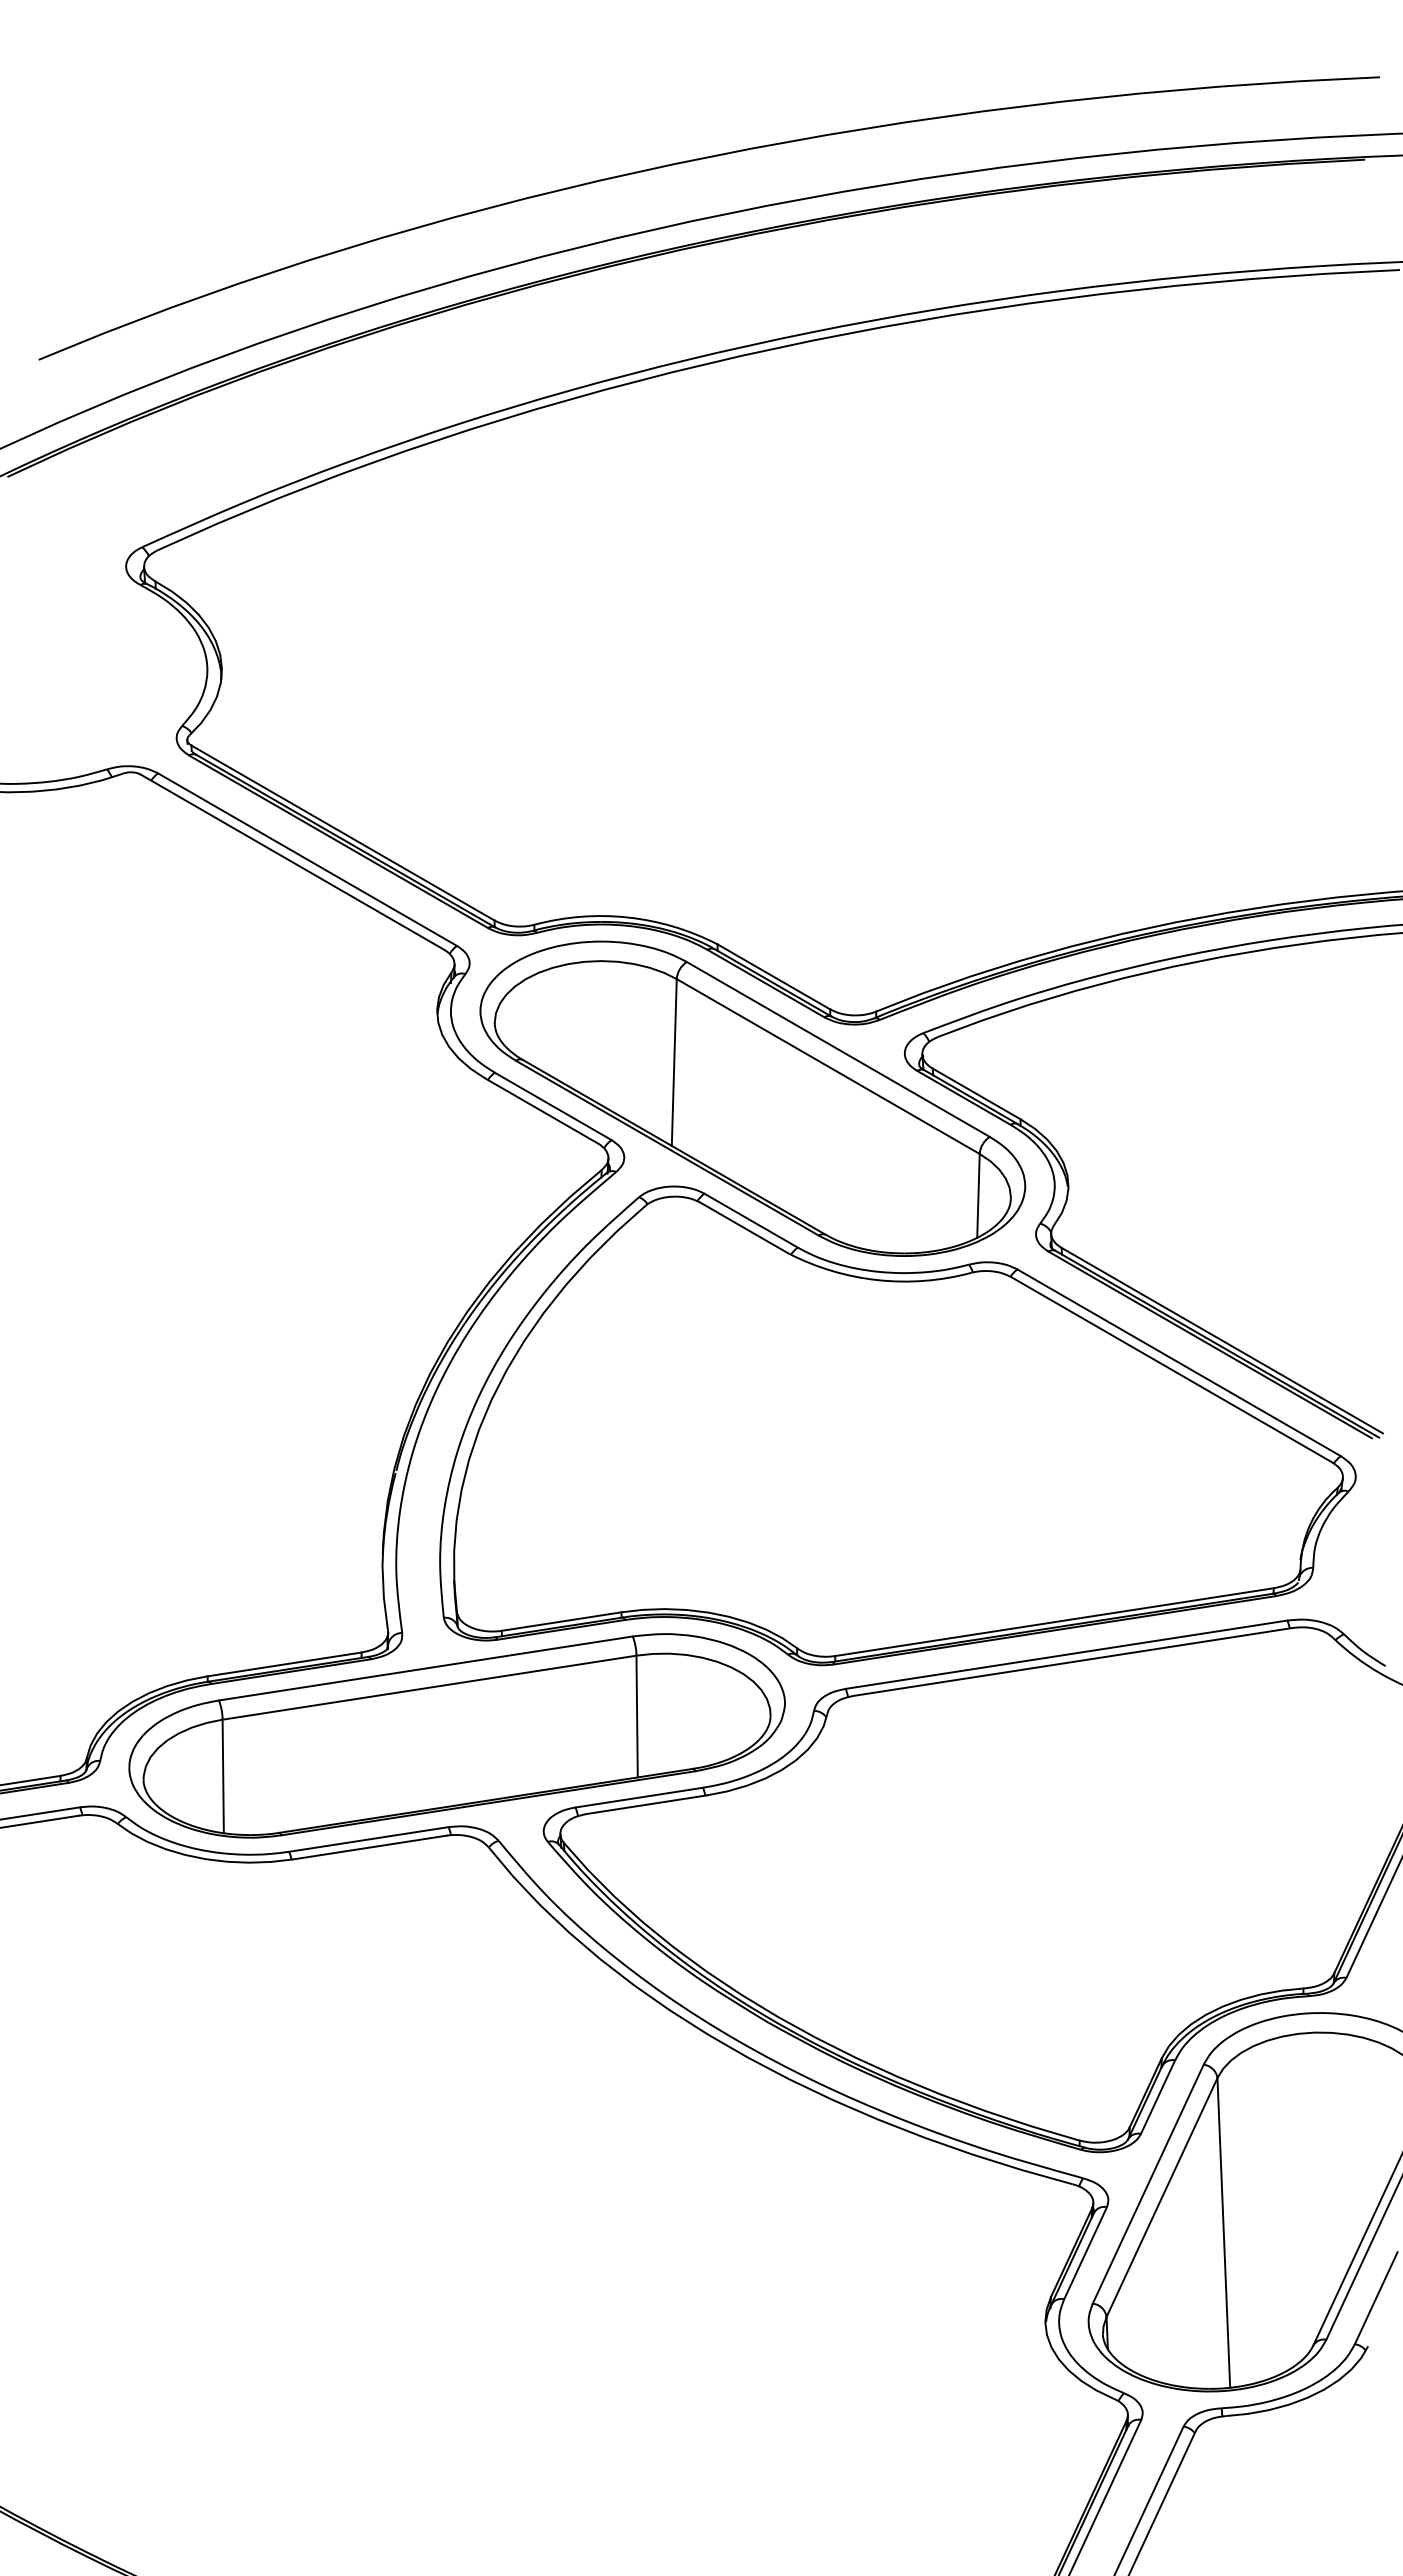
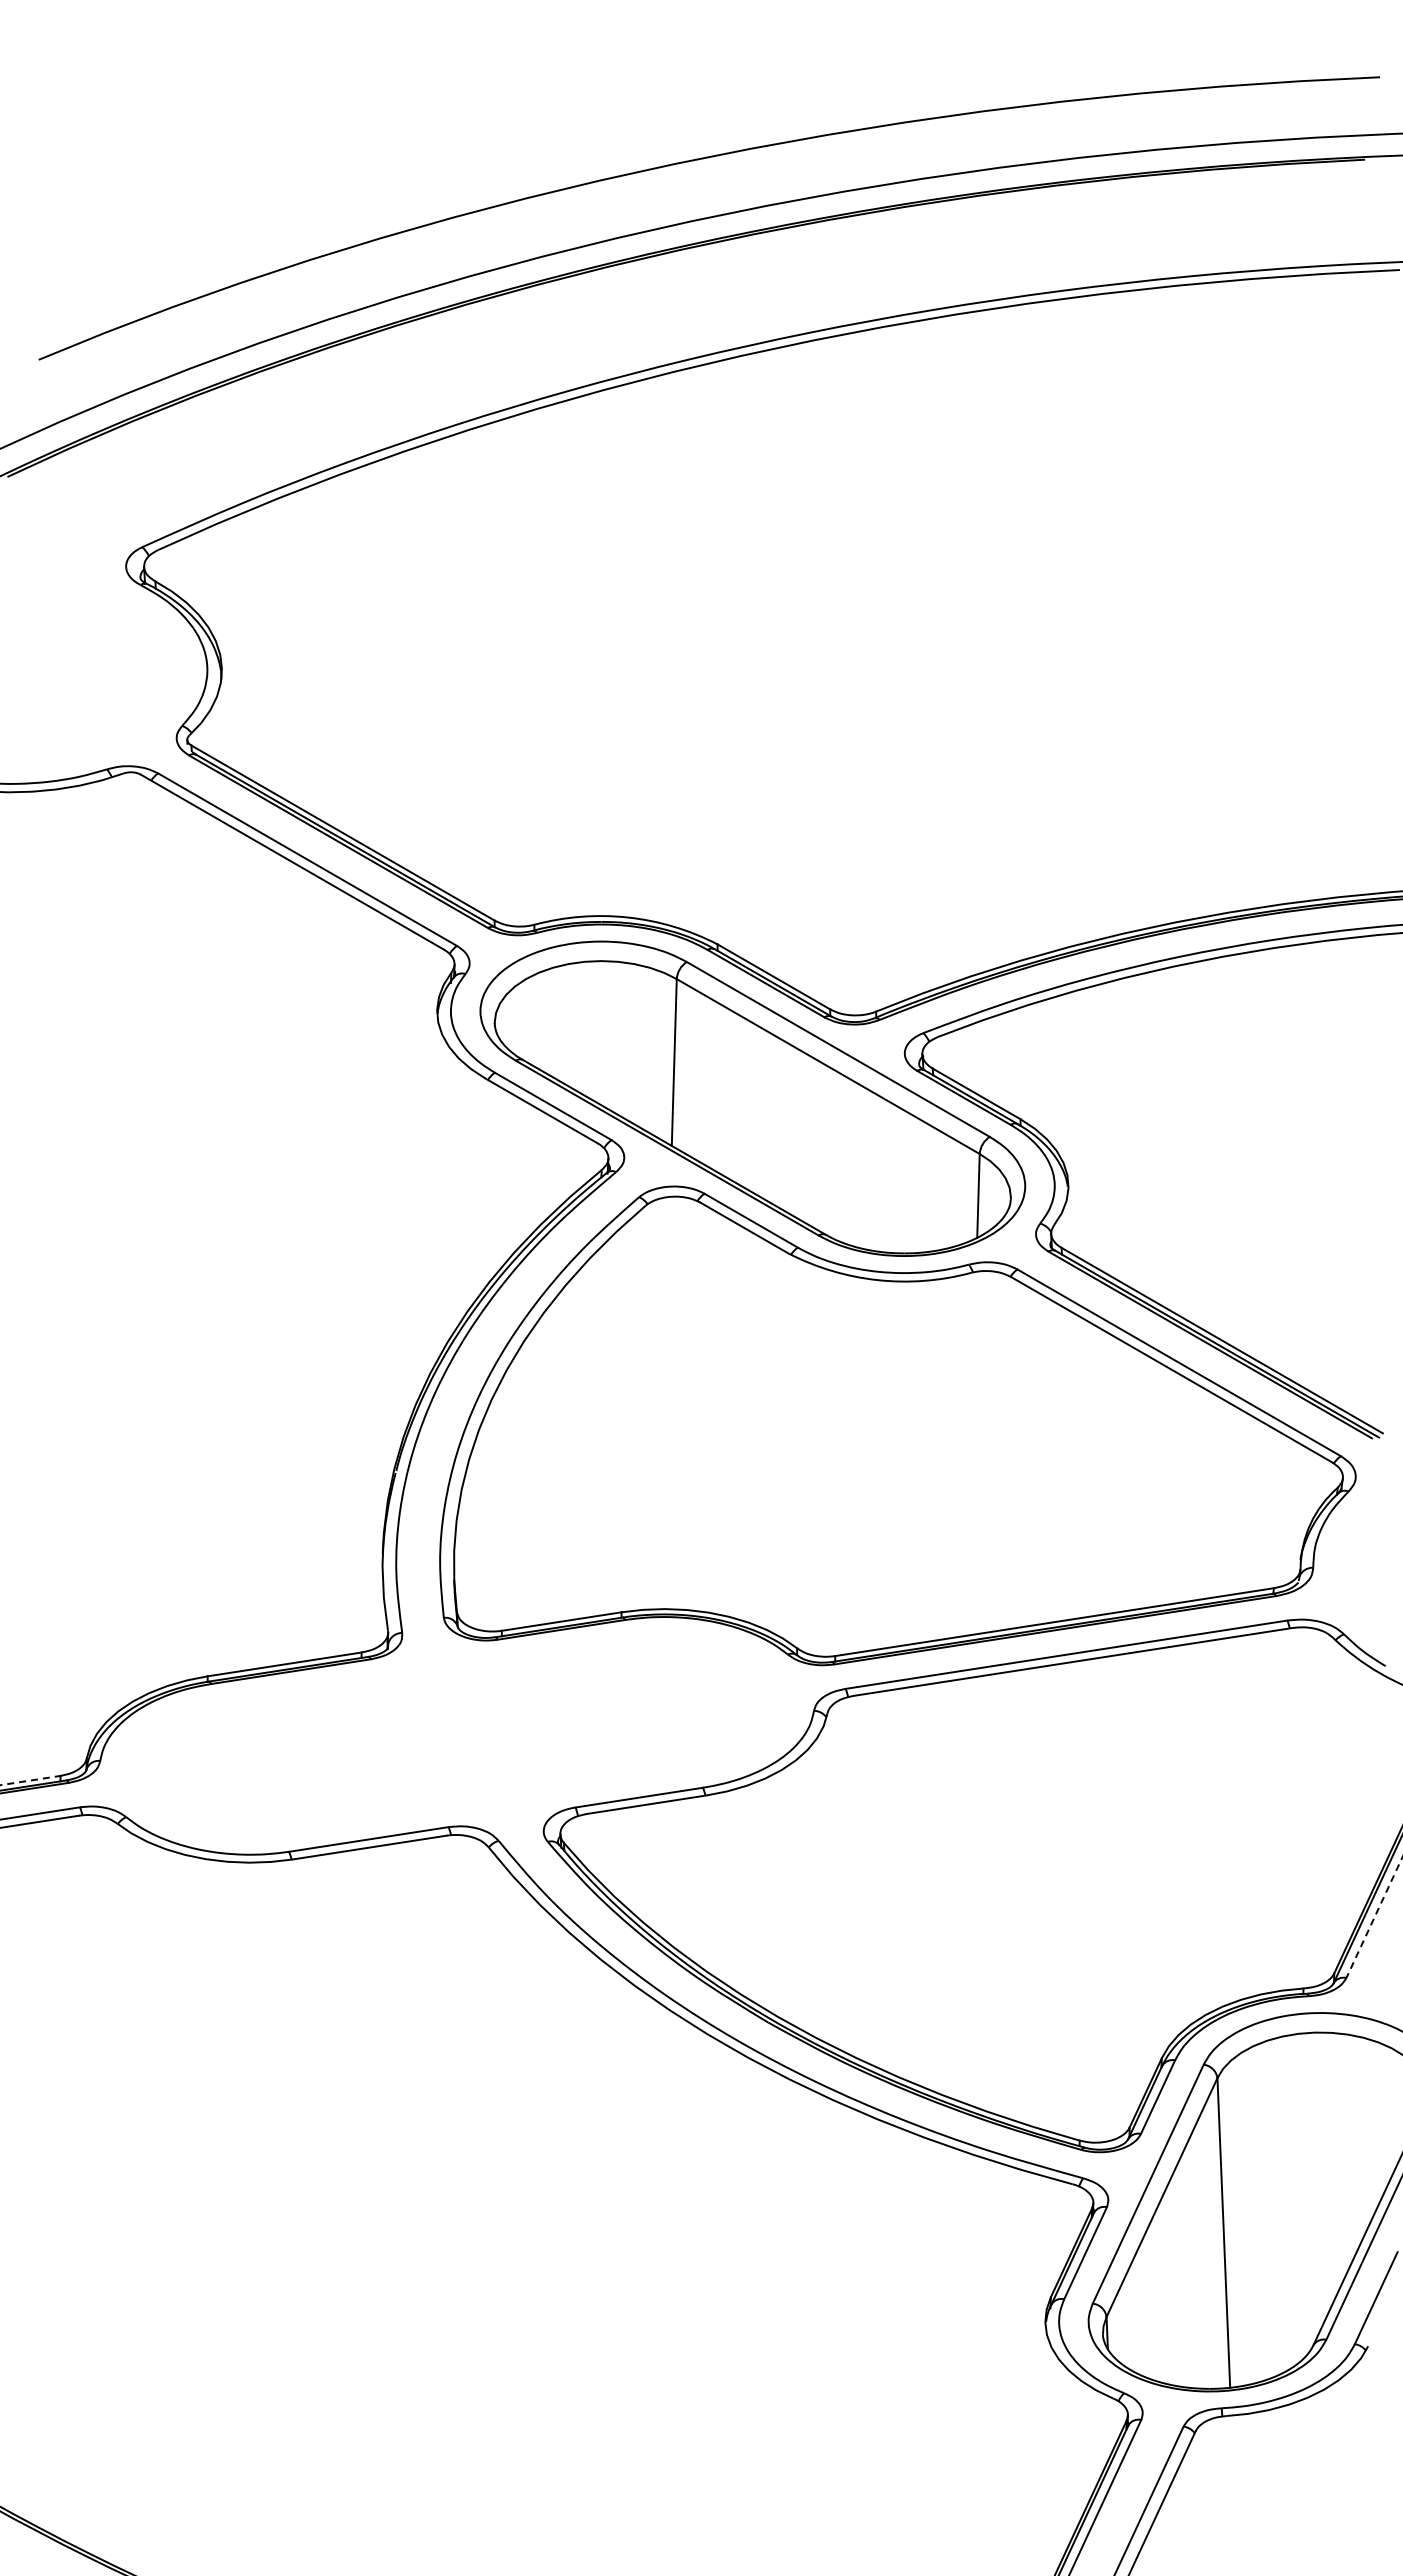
part at (456, 1735): present -> none
line at (30, 1780): solid -> dashed
line at (1374, 1917): solid -> dashed
